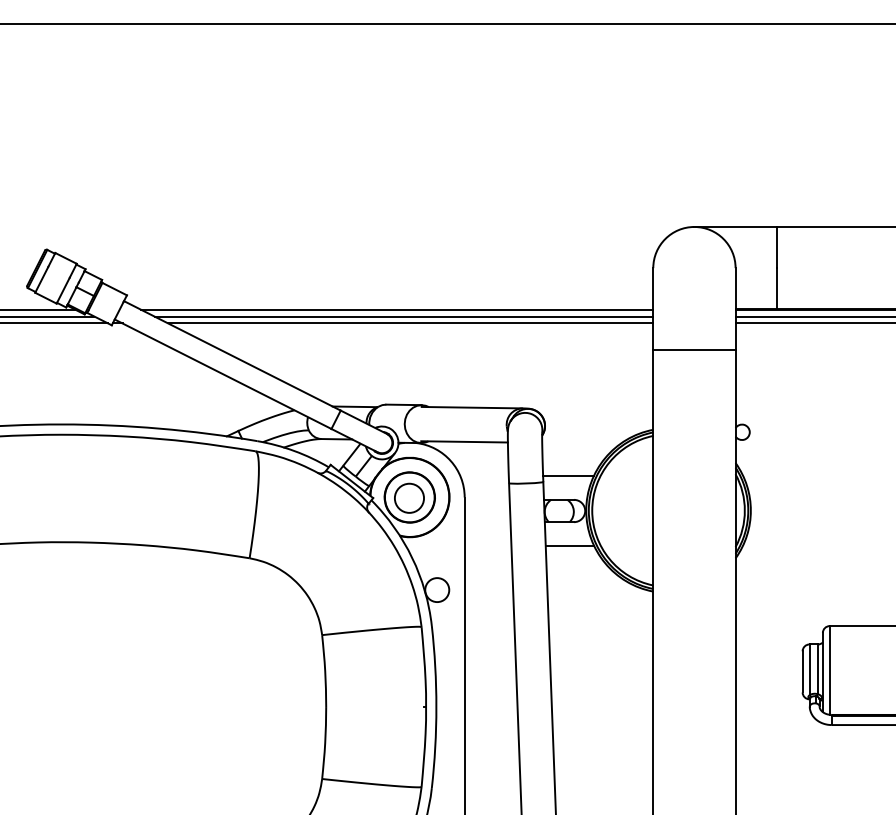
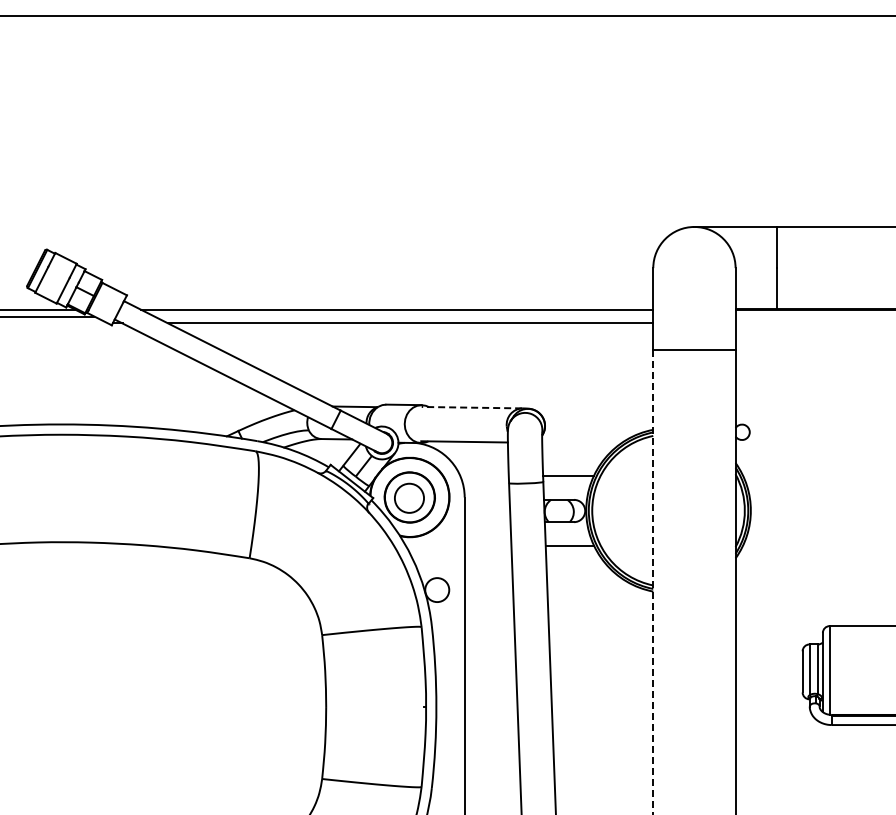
line at (447, 24) position: (447, 24) -> (447, 16)
line at (403, 316): present -> none
line at (813, 316): present -> none
line at (55, 323): present -> none
line at (813, 323): present -> none
line at (471, 407): solid -> dashed
line at (653, 582): solid -> dashed
